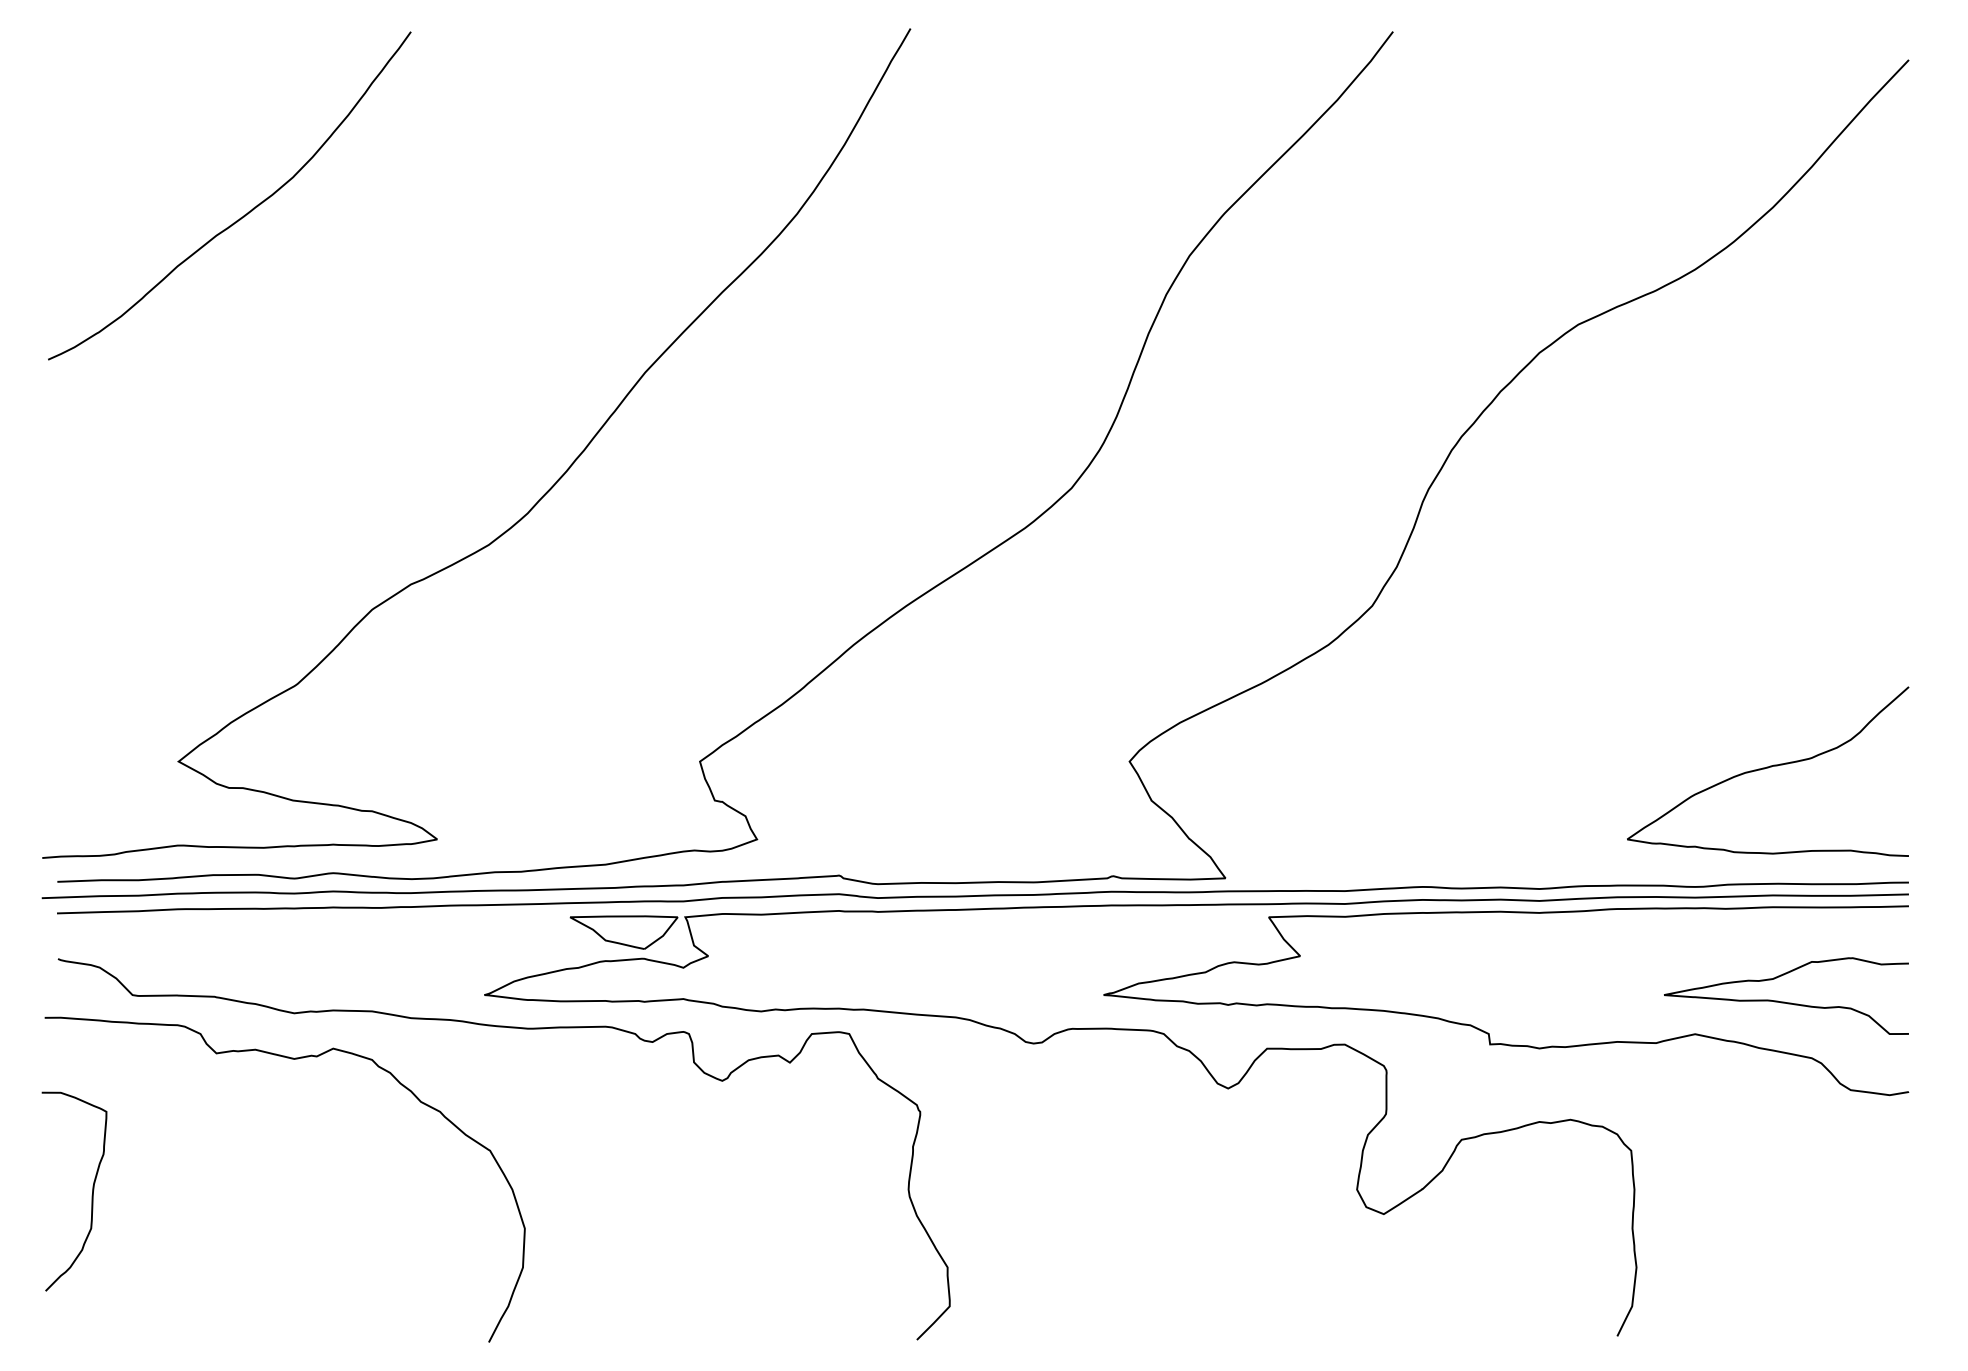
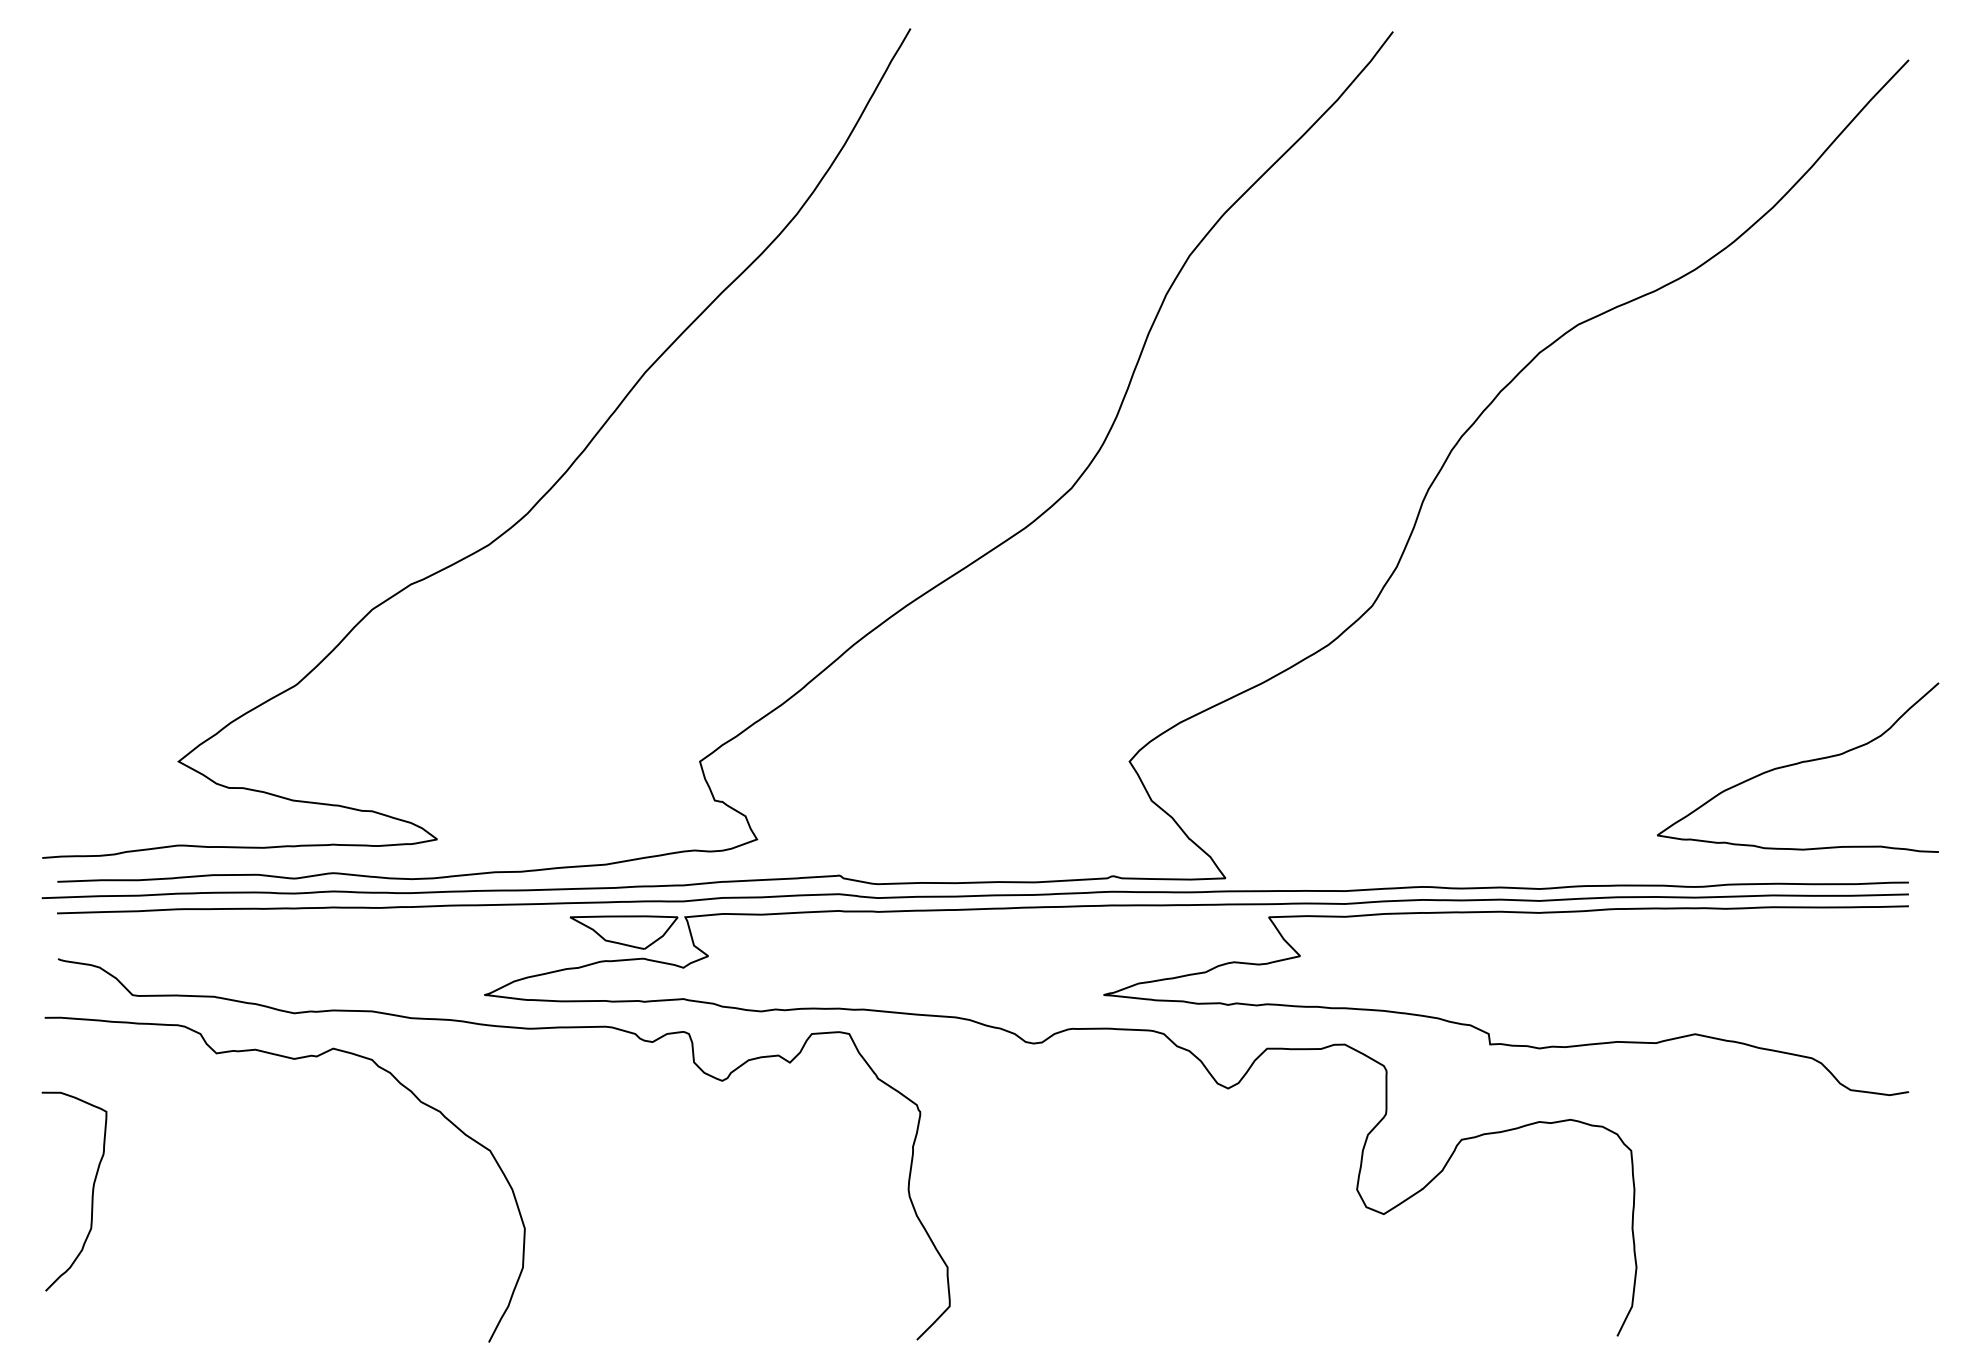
curve at (244, 214): present -> none
curve at (1768, 768) position: (1768, 768) -> (1798, 764)
curve at (1784, 1001): present -> none
